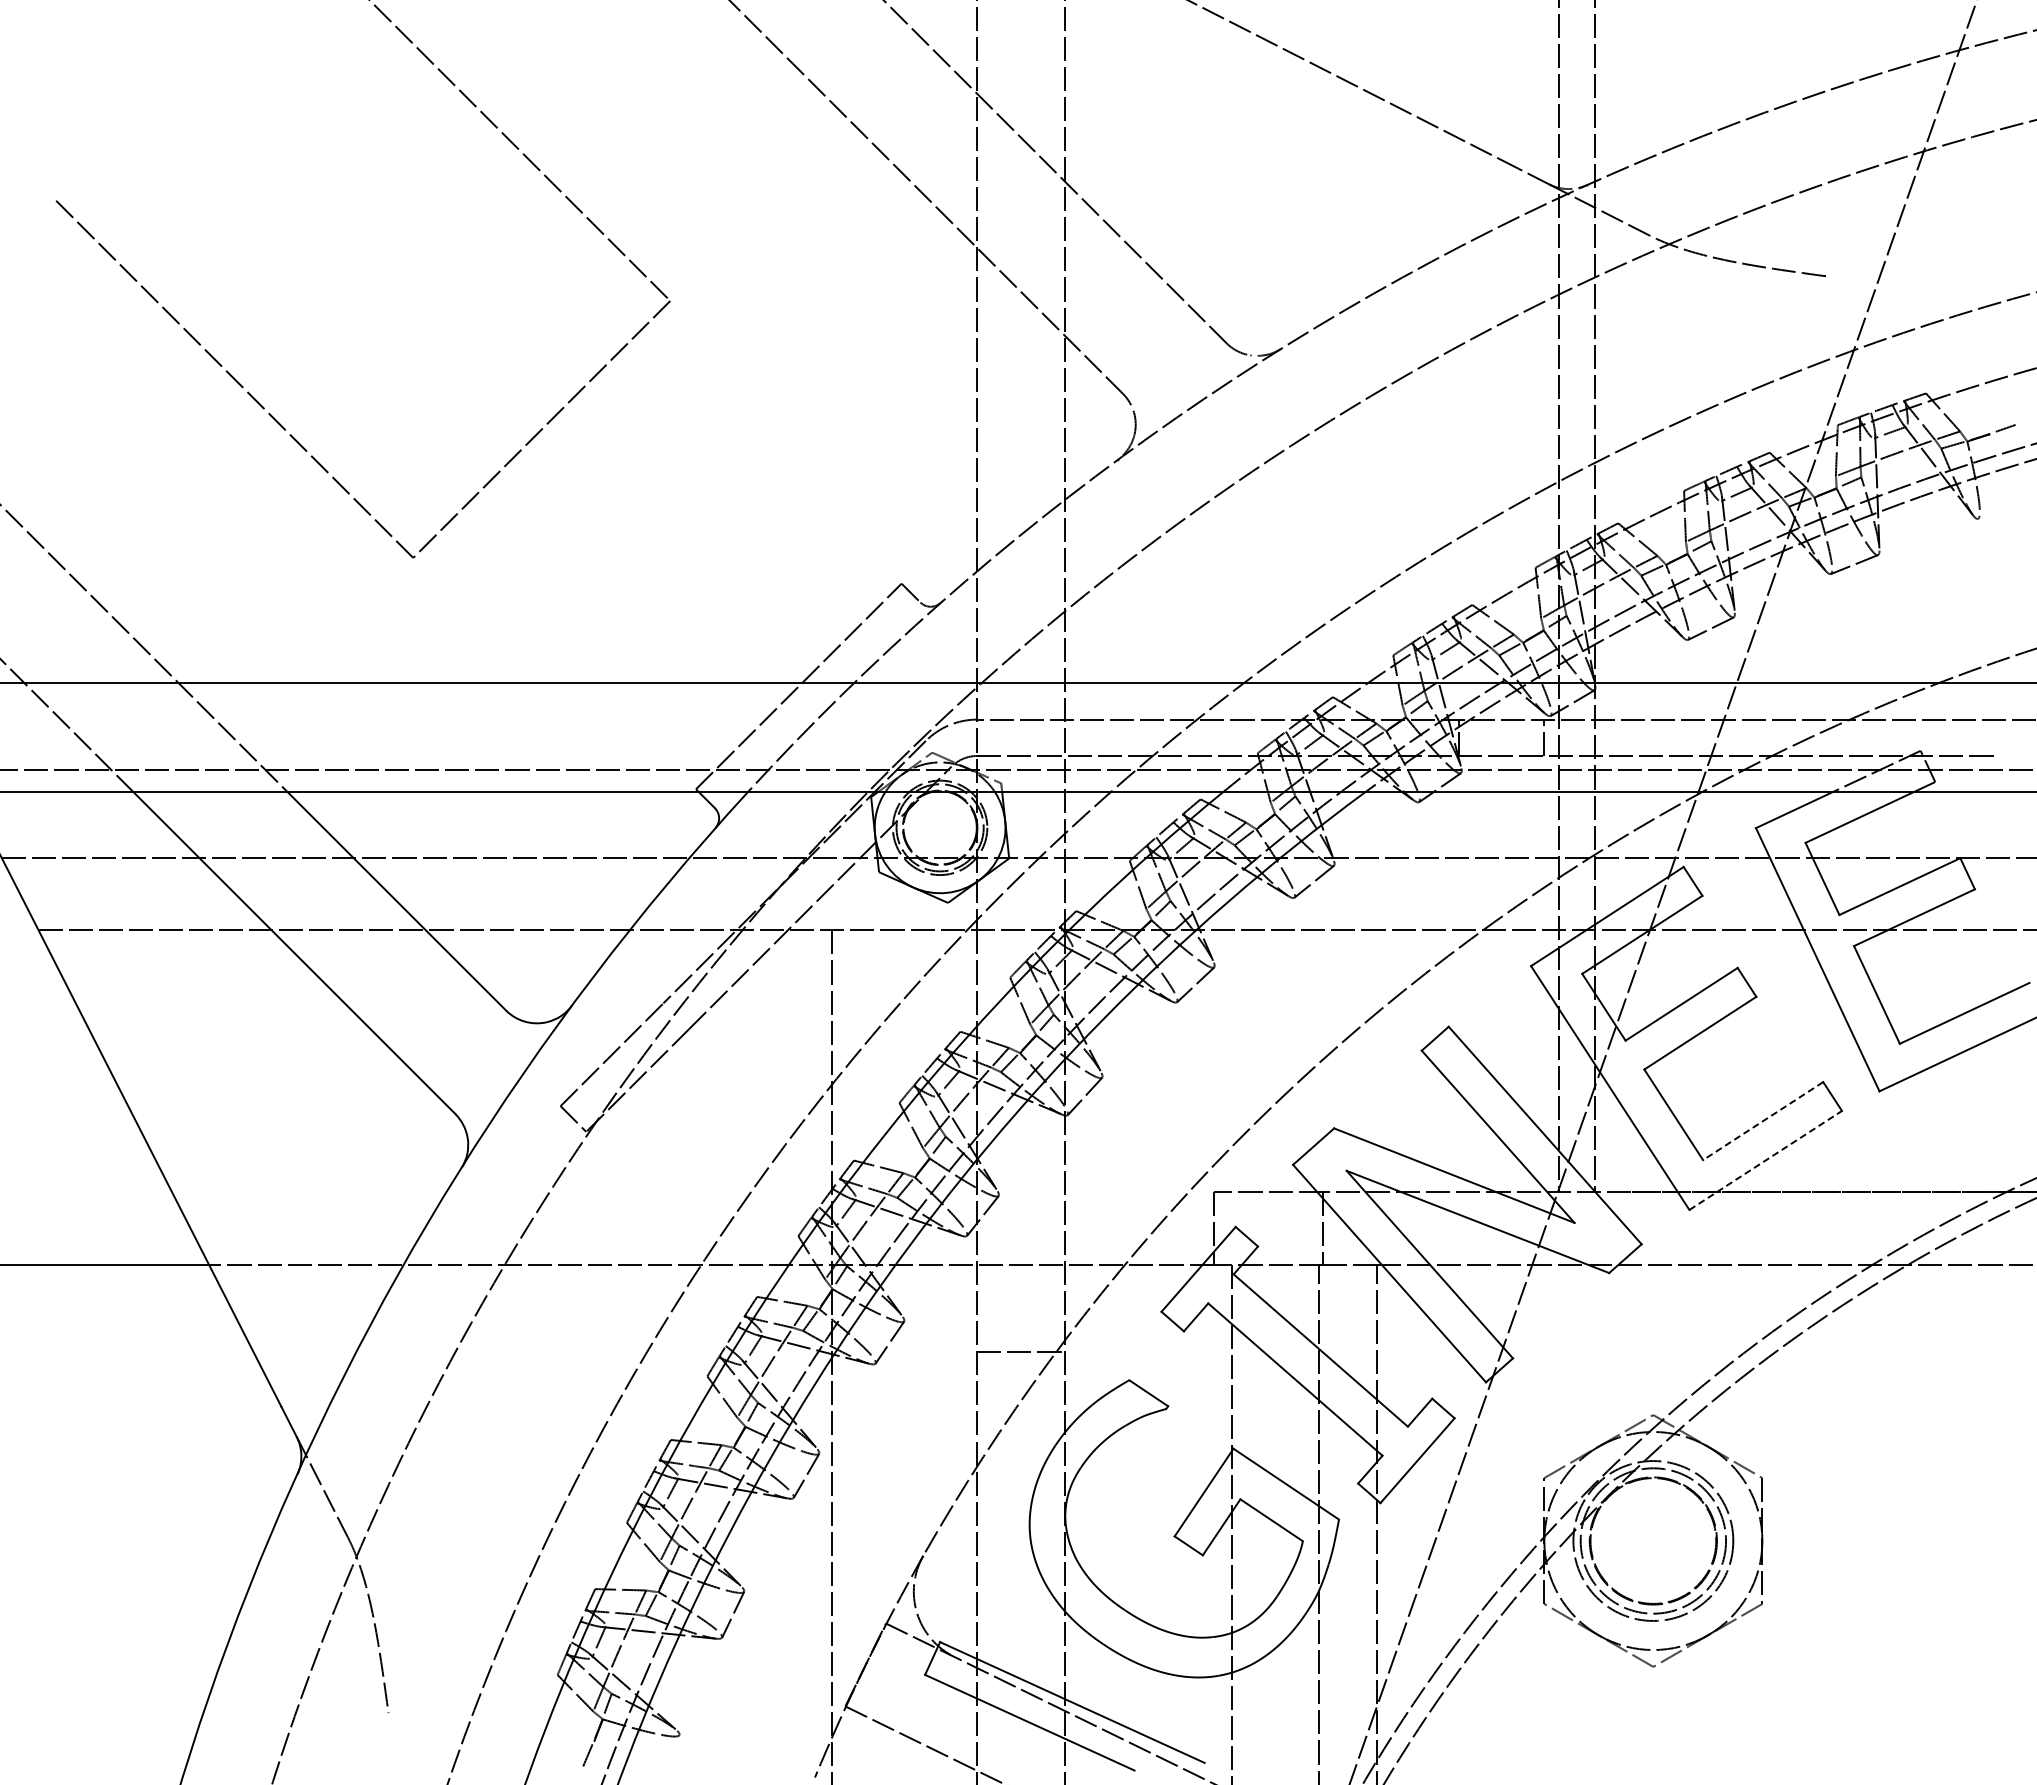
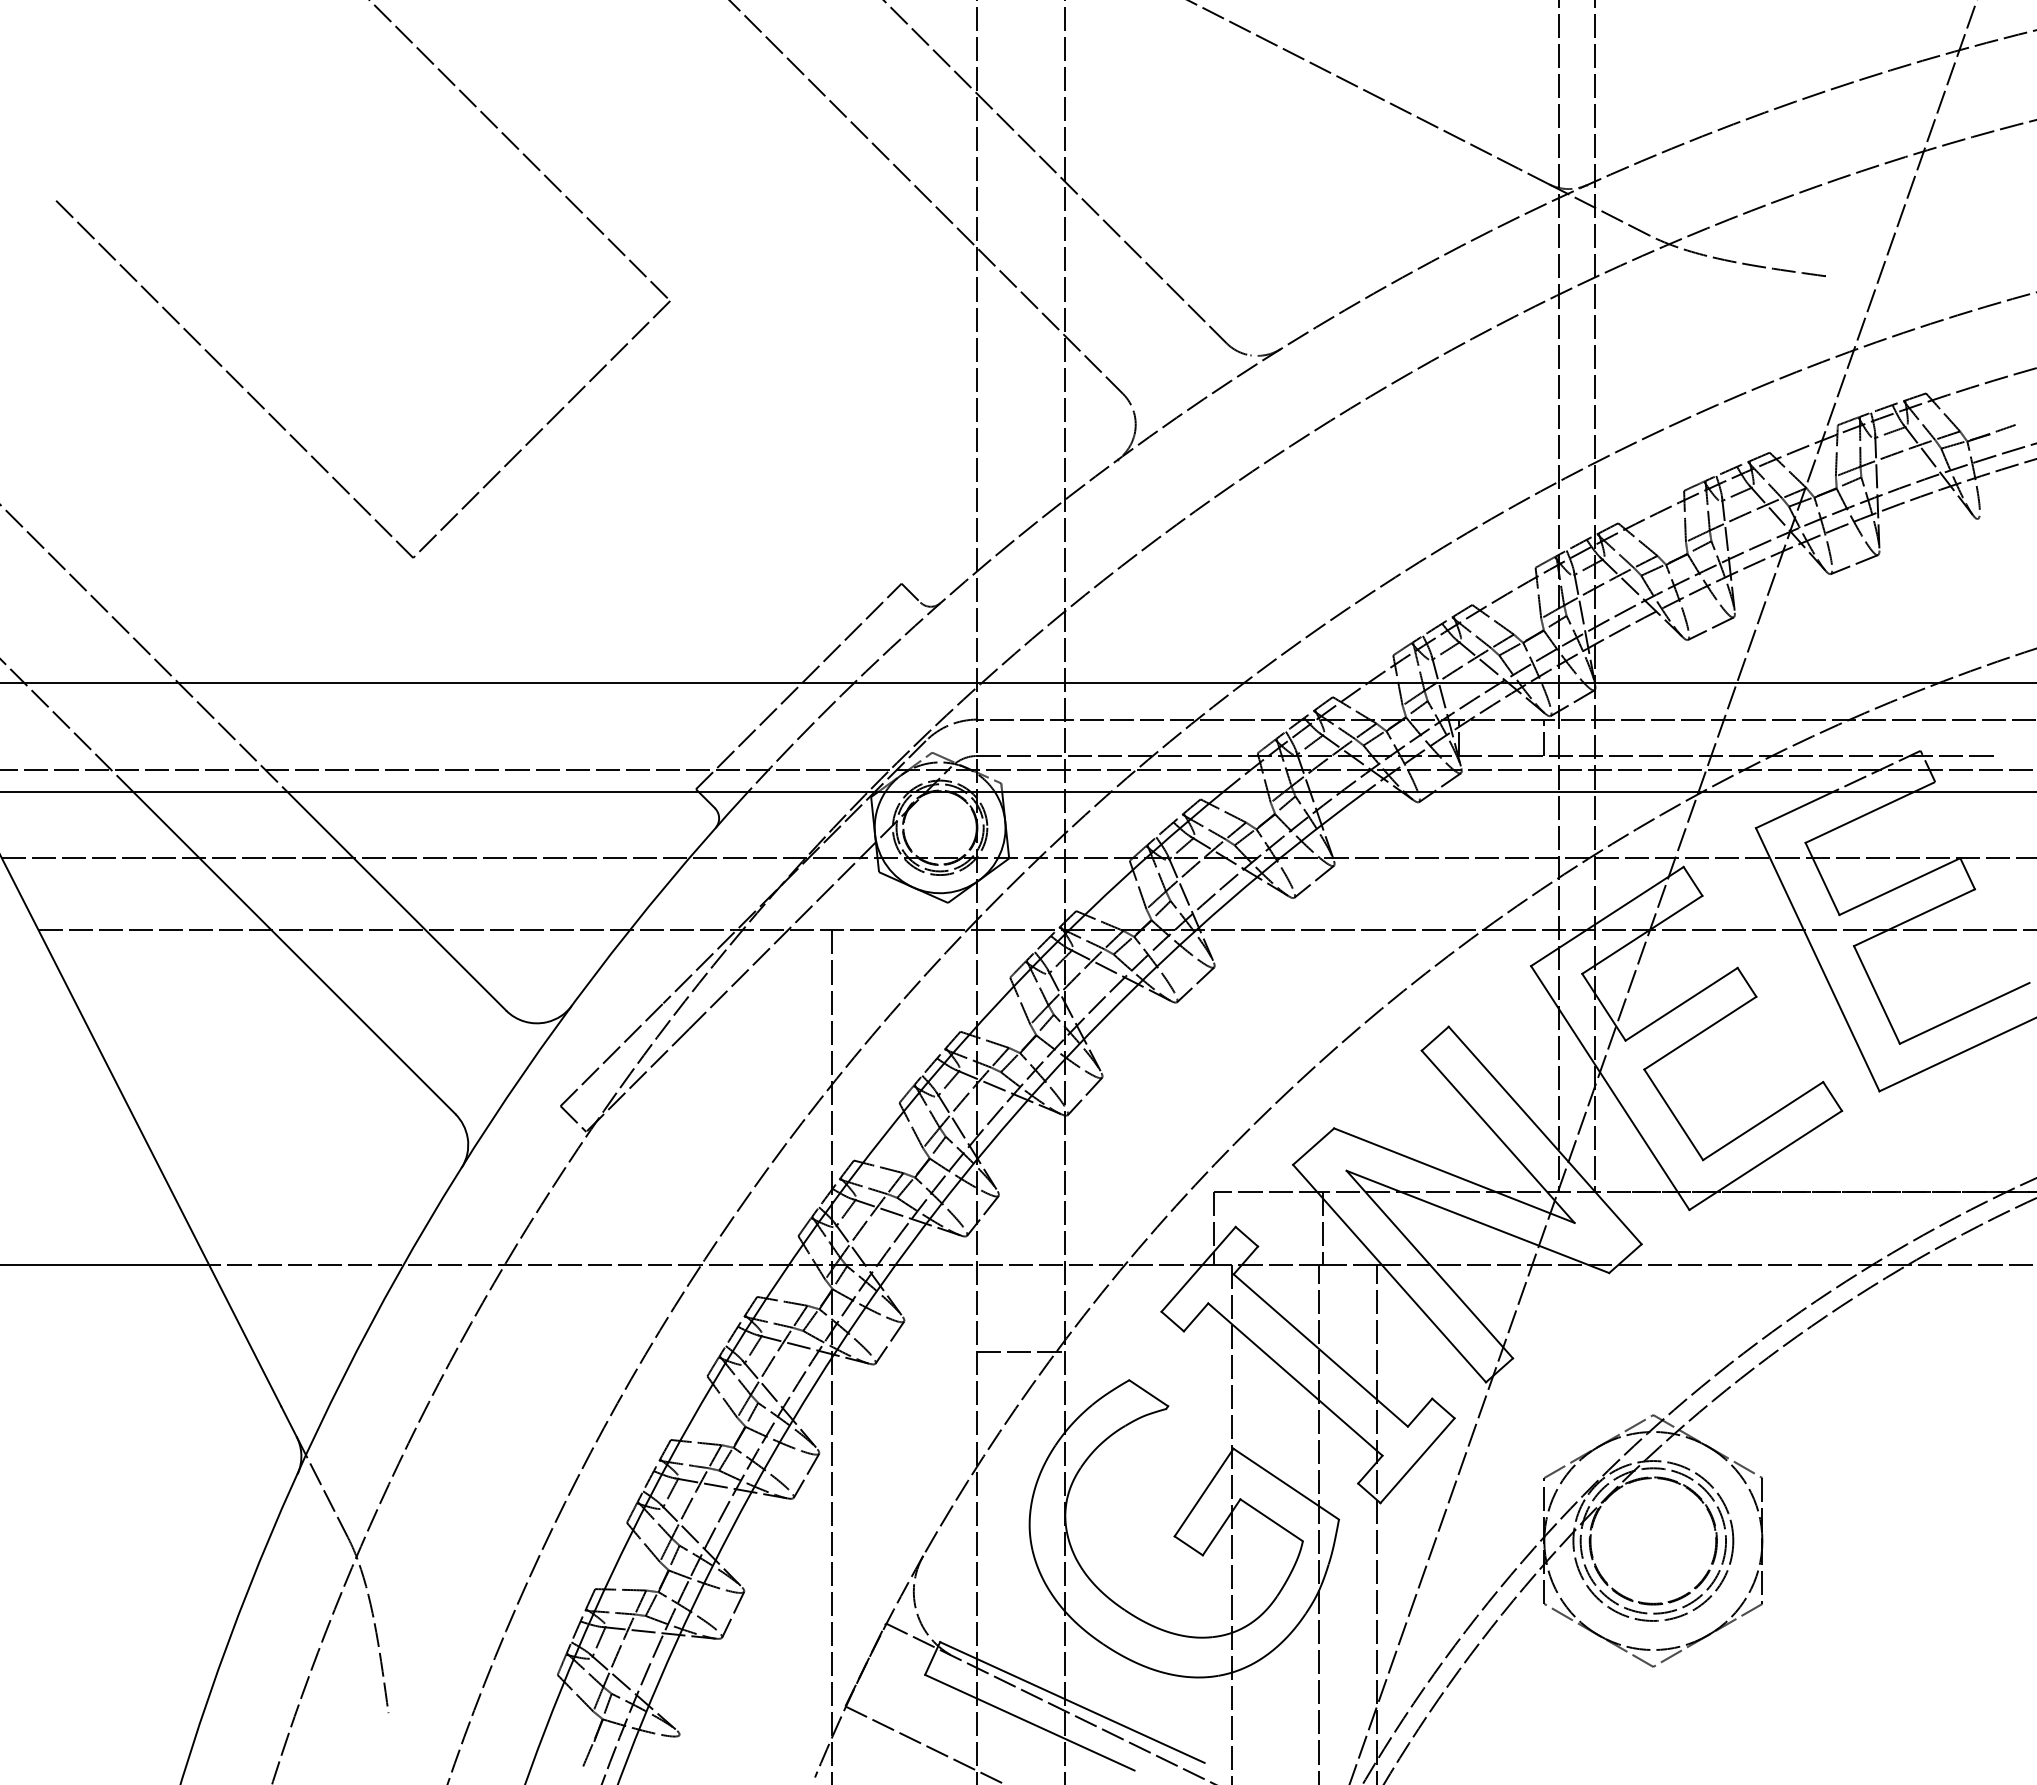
line at (1763, 1121): dashed -> solid
line at (1765, 1160): dashed -> solid
